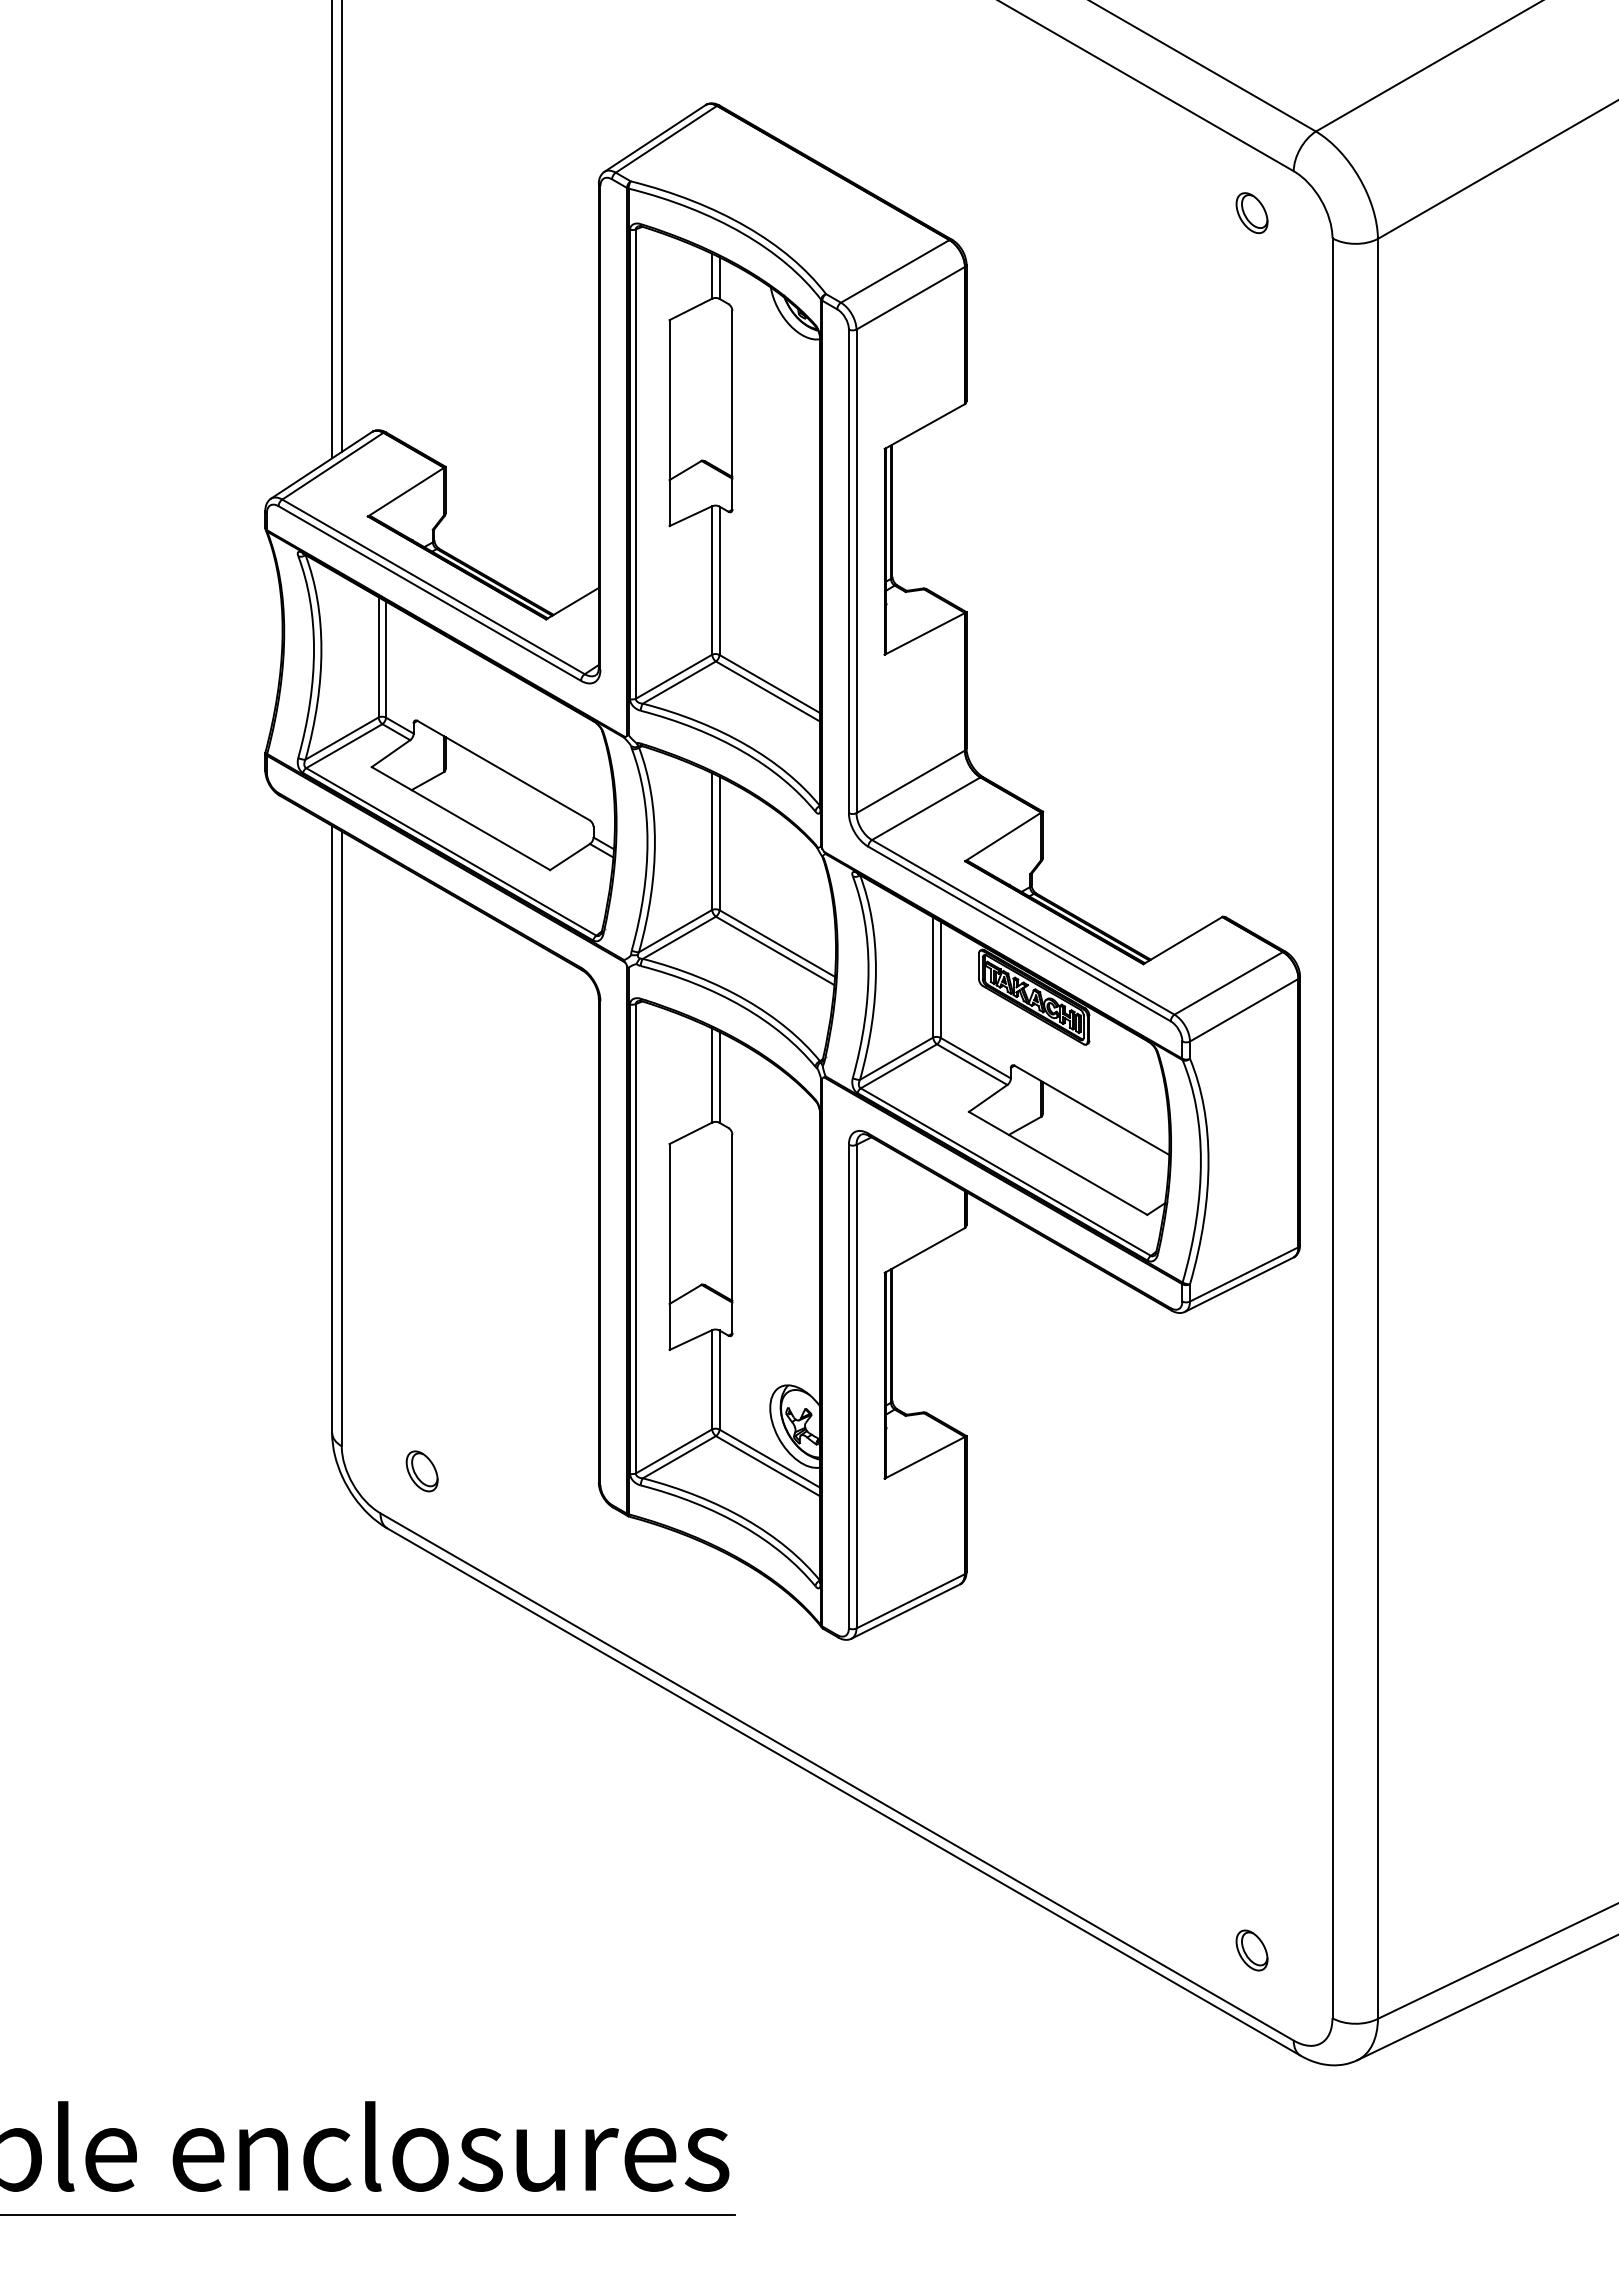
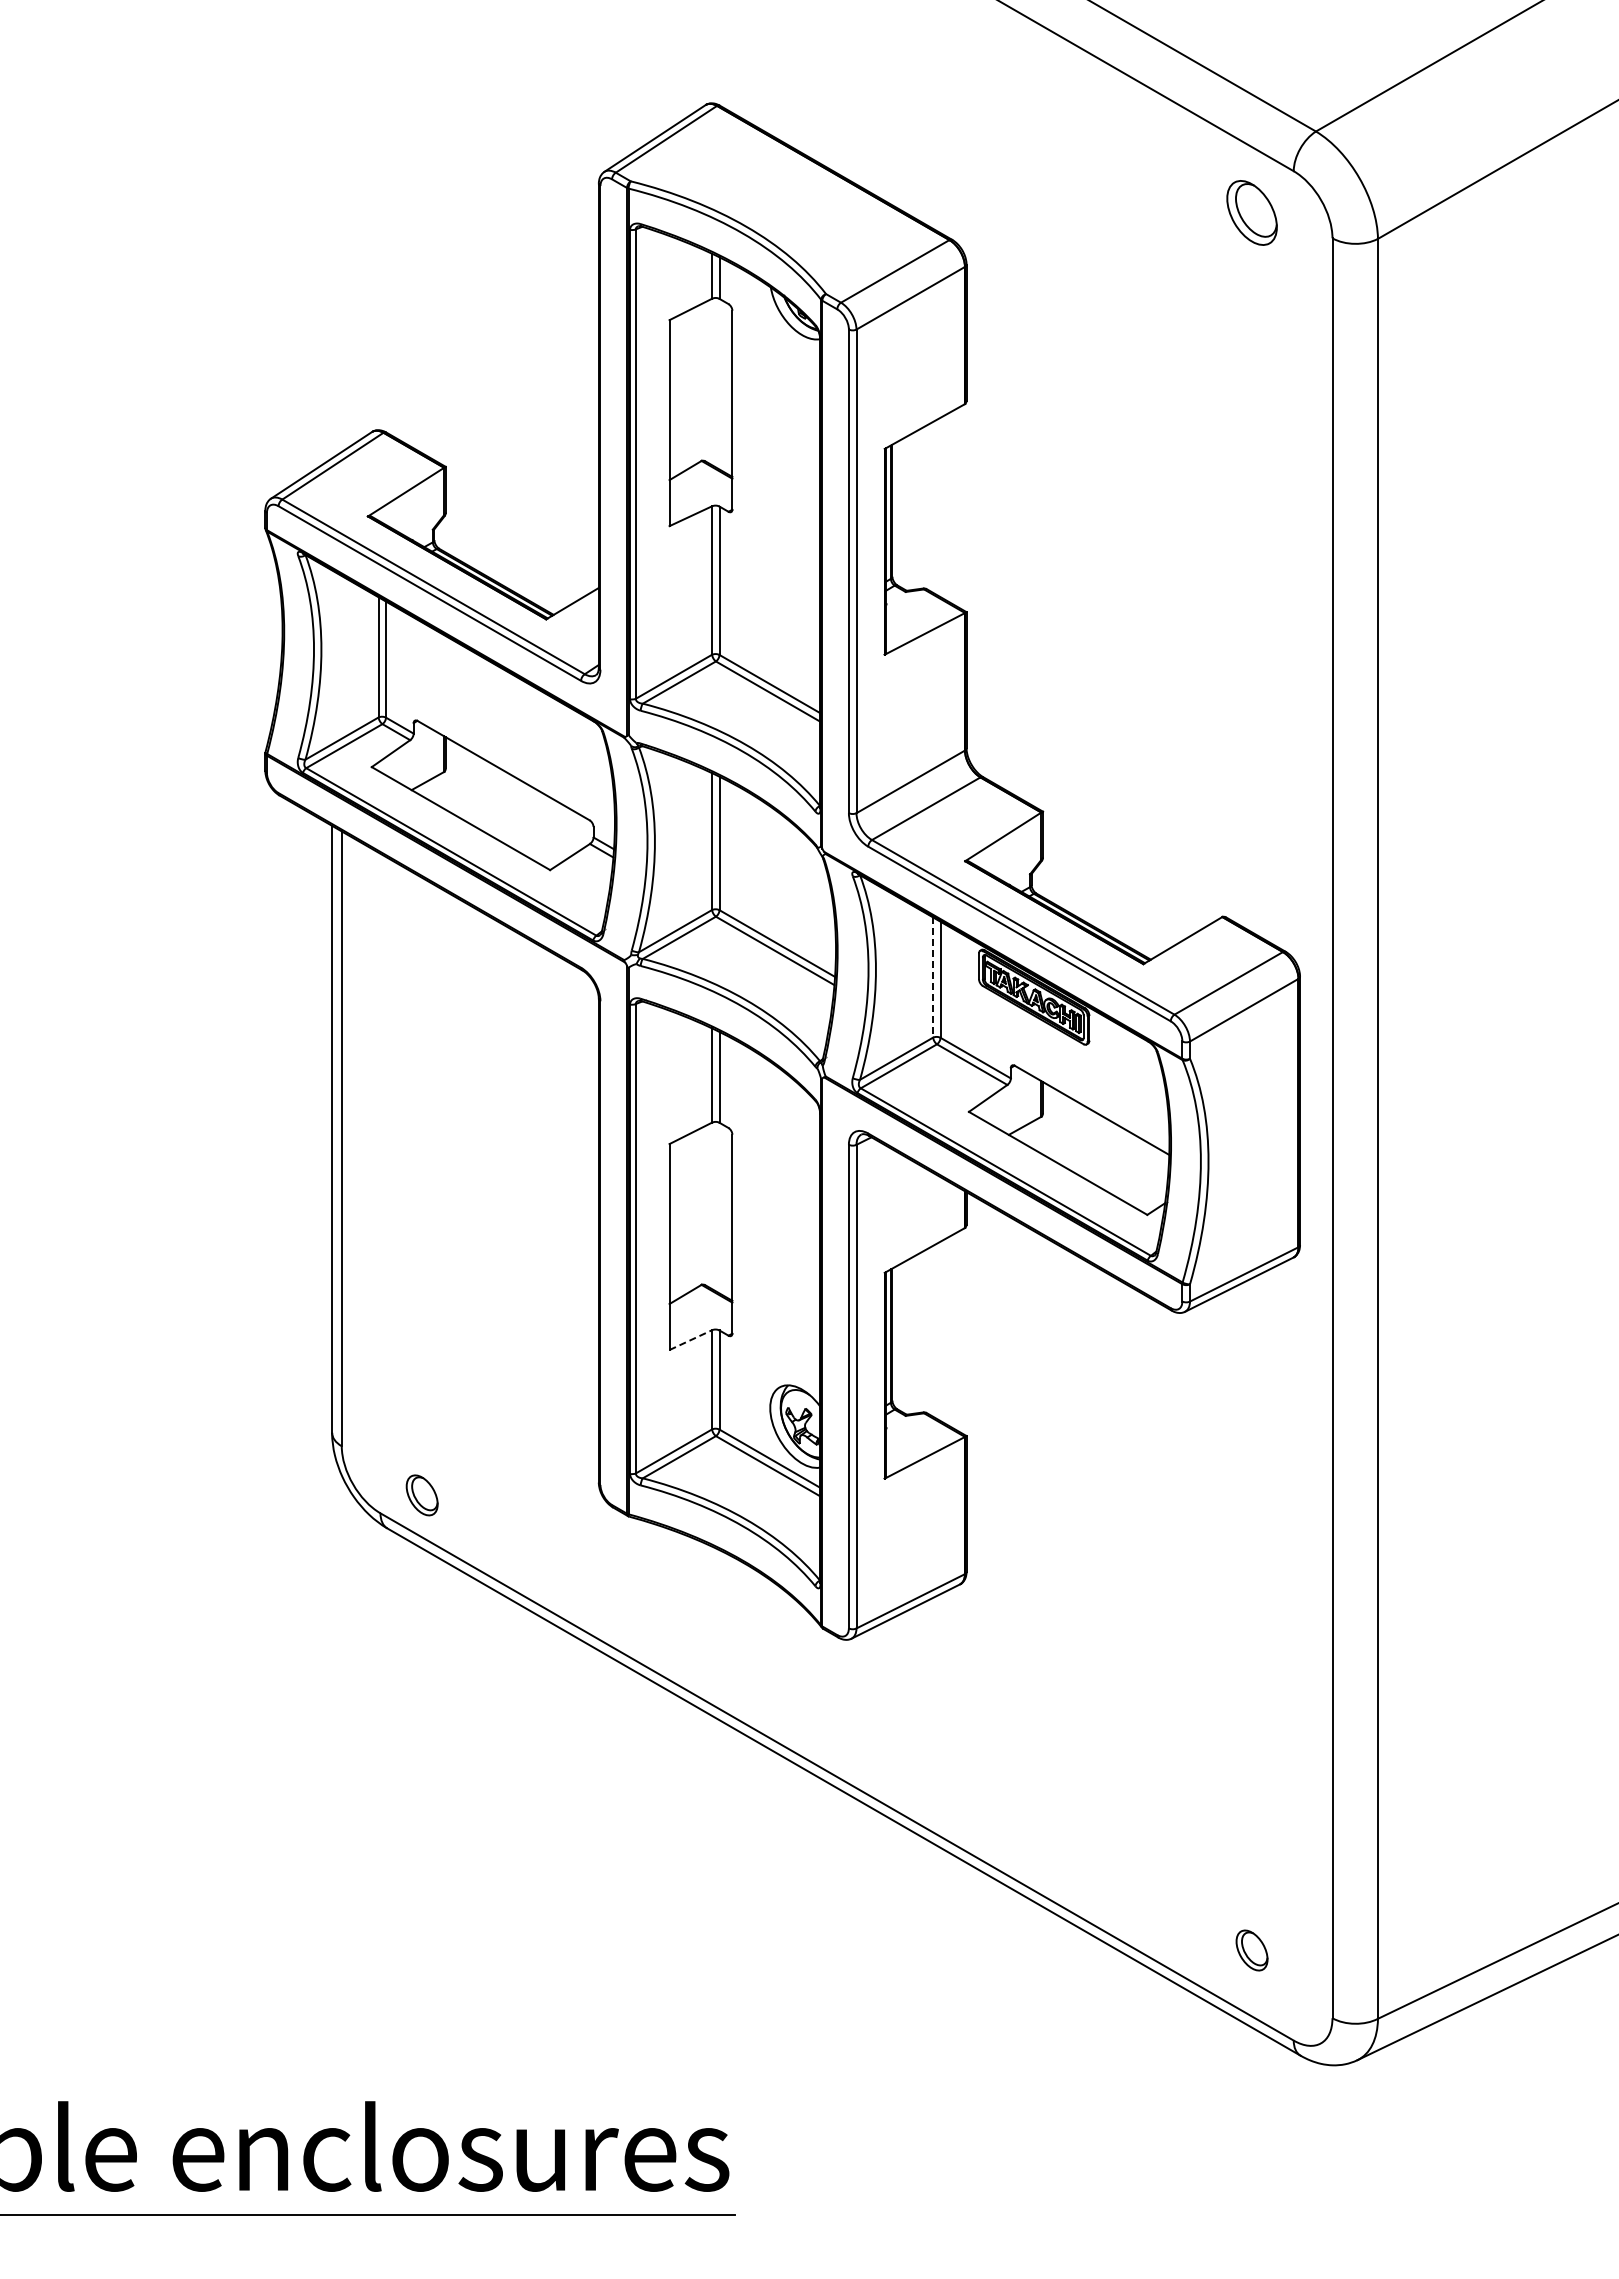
part at (1251, 213) size: 34x43 px -> 52x66 px
line at (341, 227): present -> none
line at (332, 230): present -> none
line at (933, 978): solid -> dashed
line at (691, 1339): solid -> dashed
part at (421, 1471) position: (421, 1471) -> (421, 1495)
